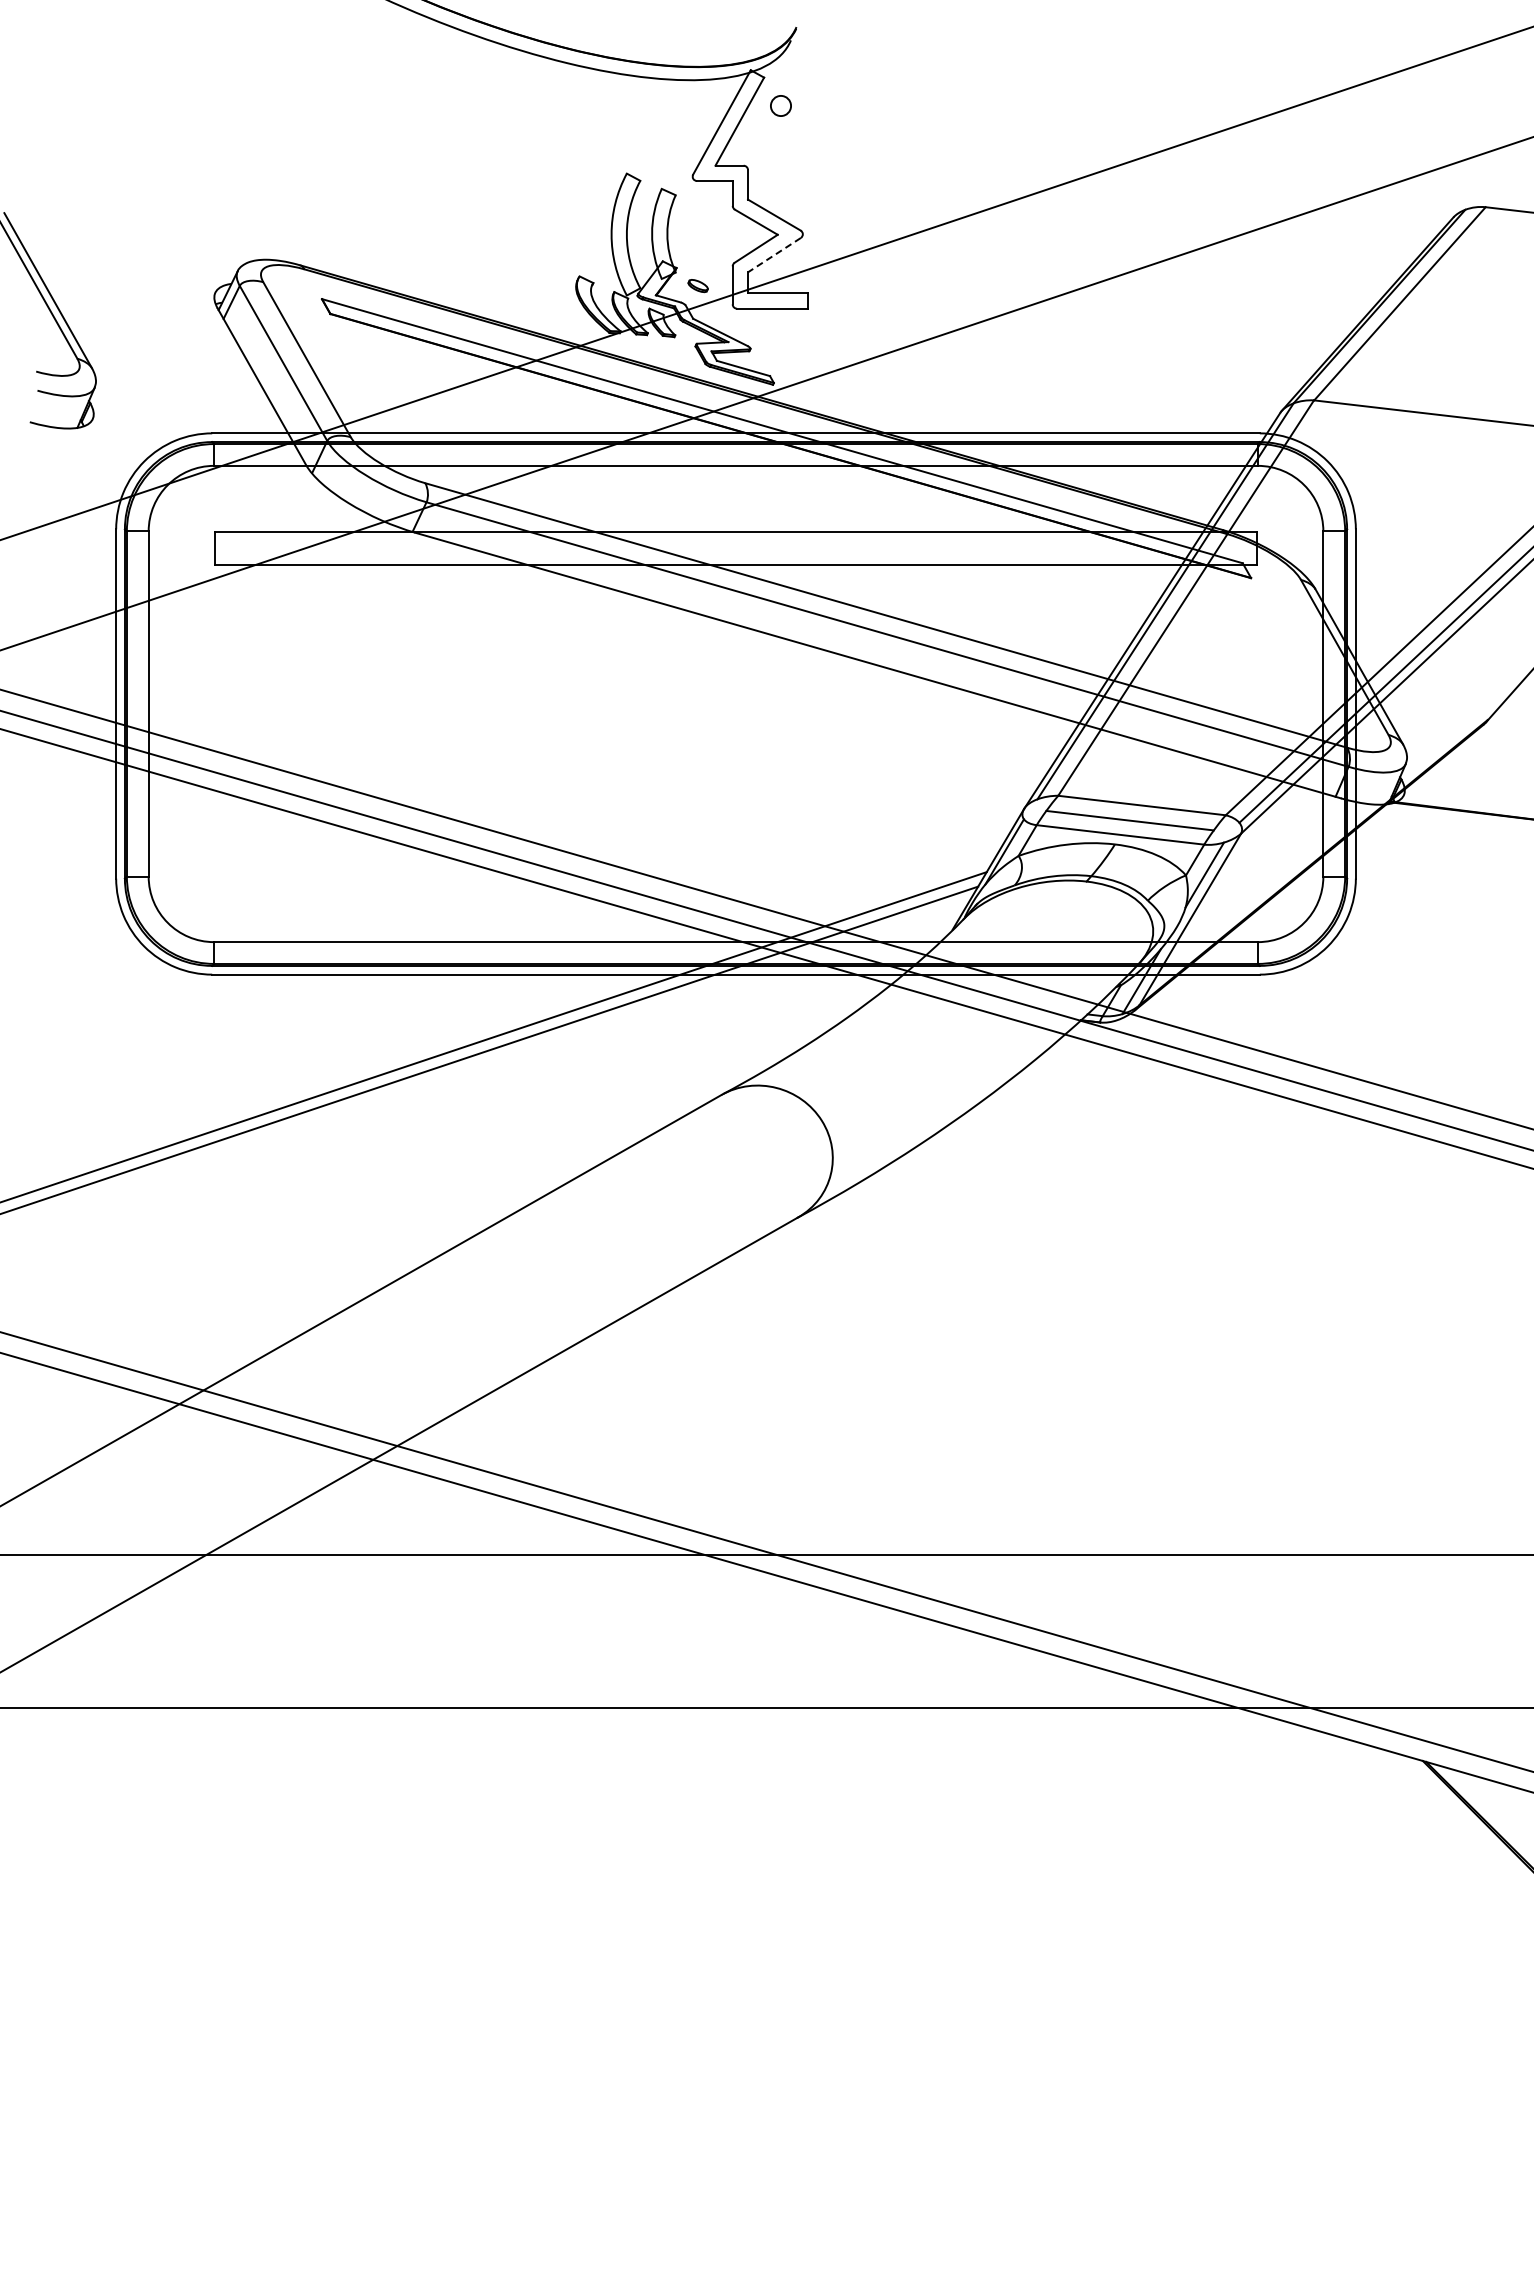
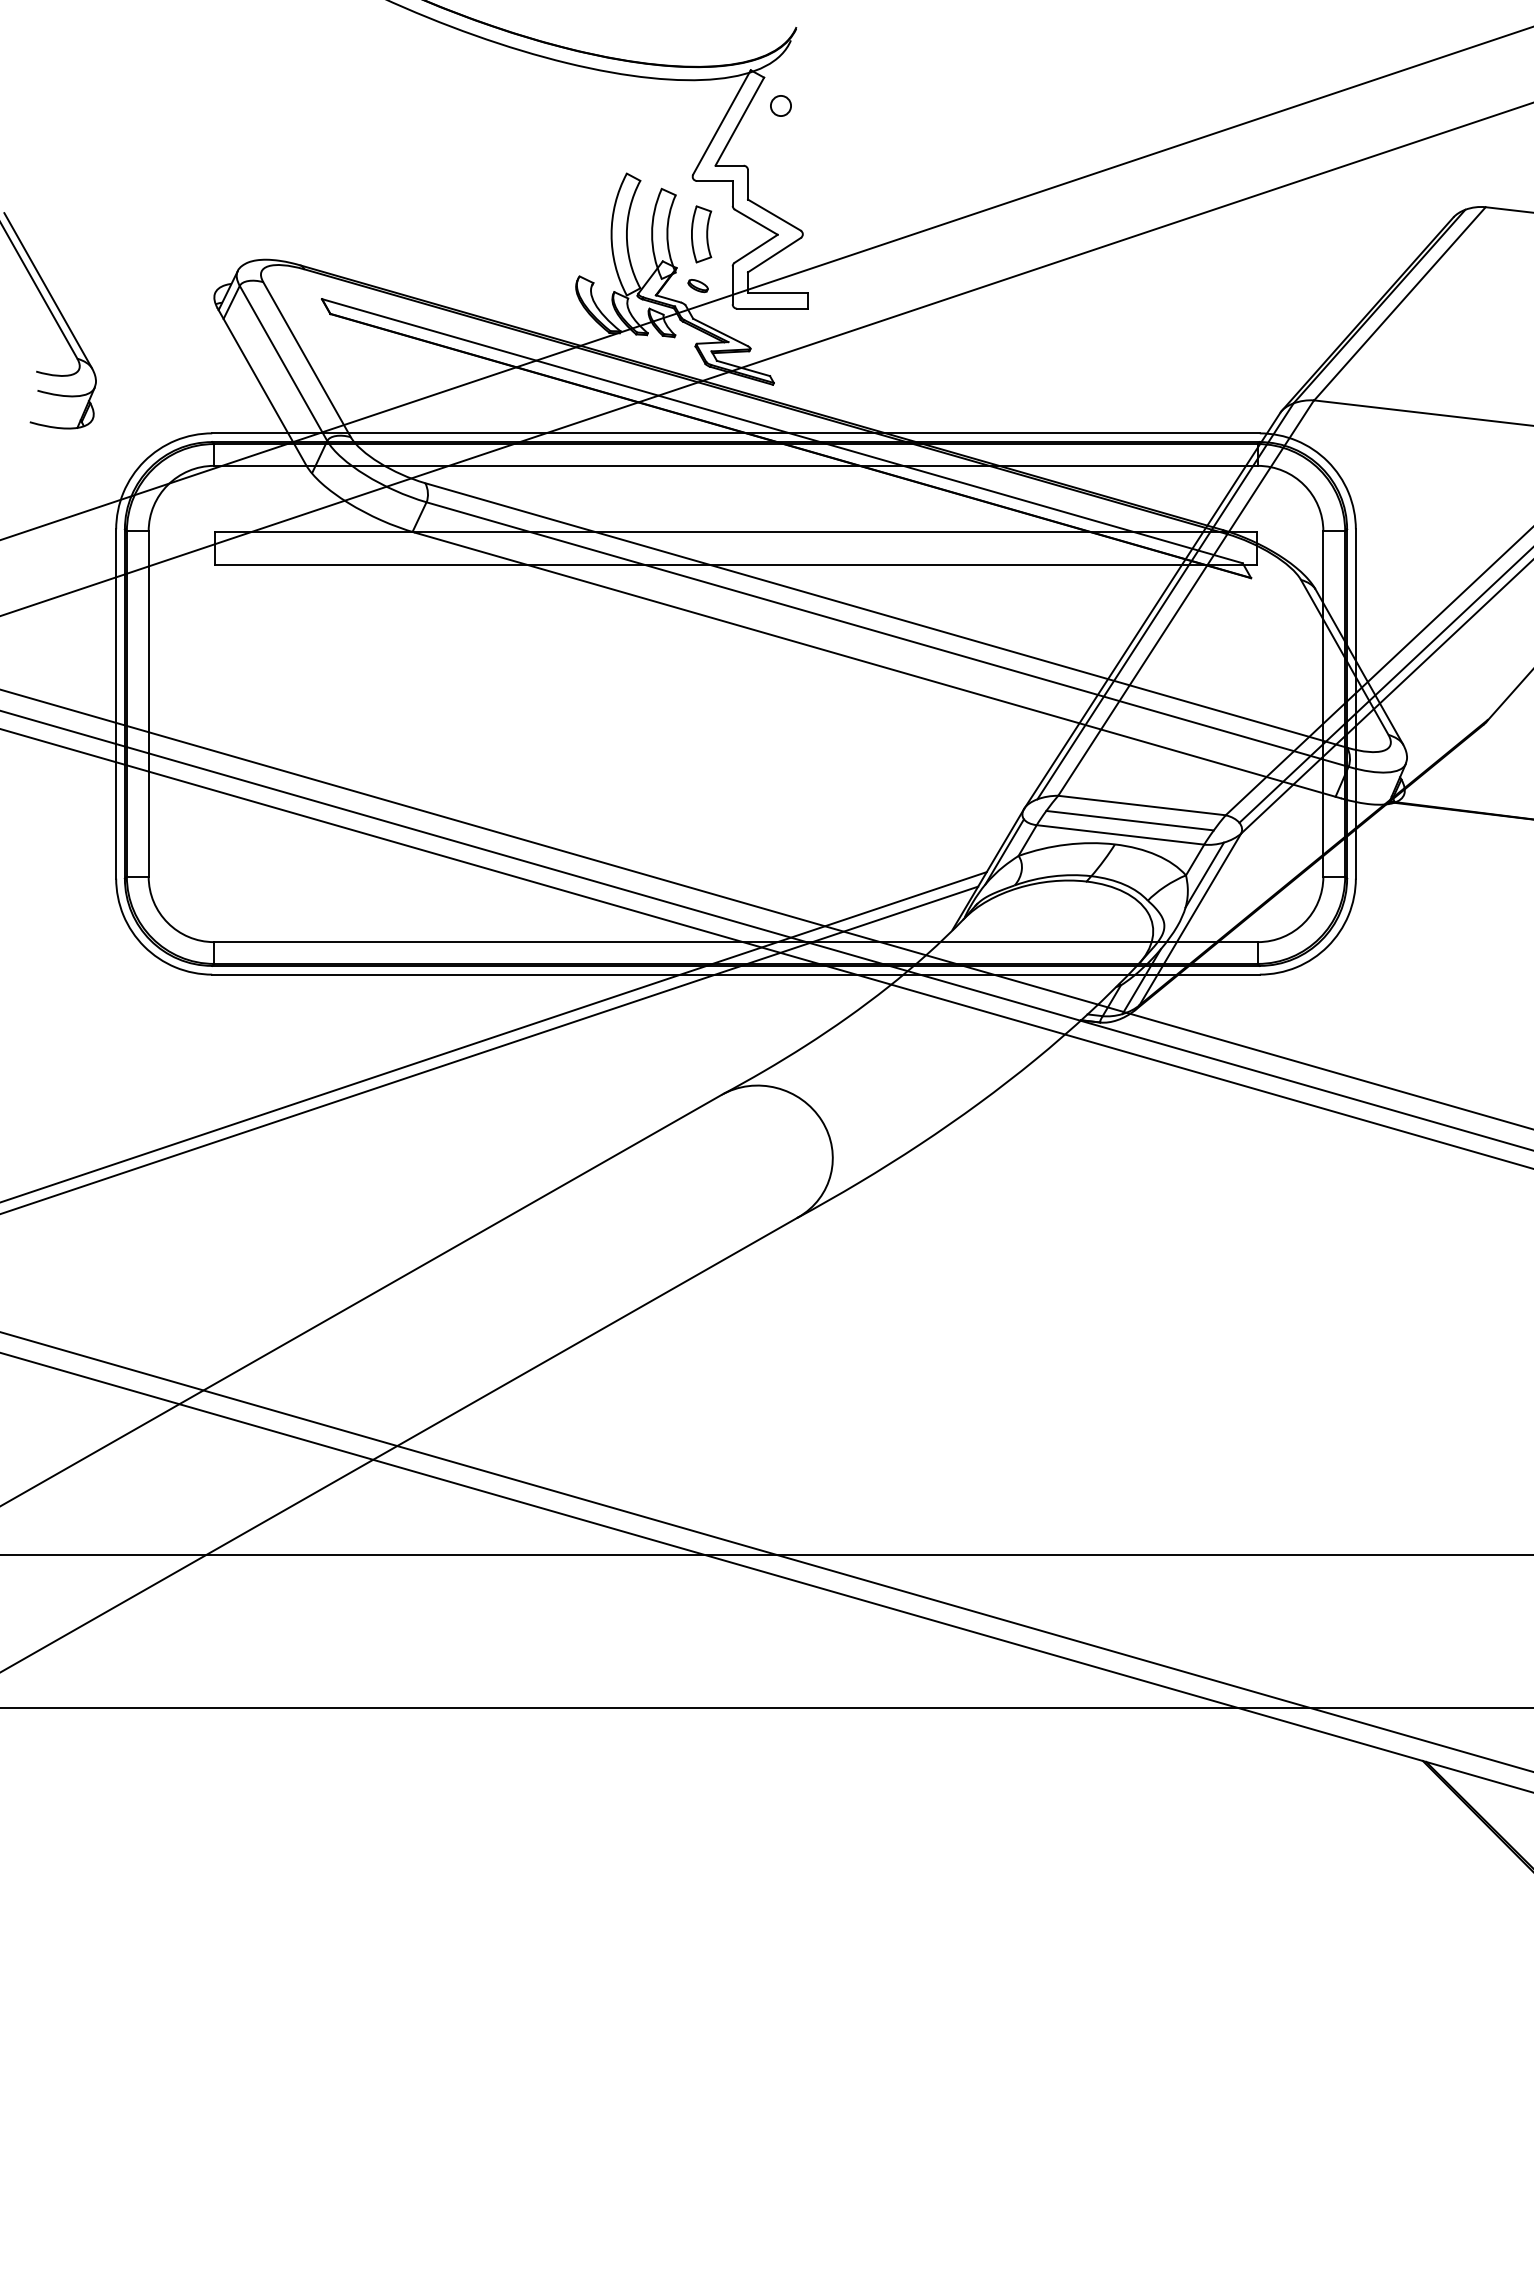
part at (701, 234): none -> present
line at (774, 255): dashed -> solid
line at (766, 393) position: (766, 393) -> (766, 359)
